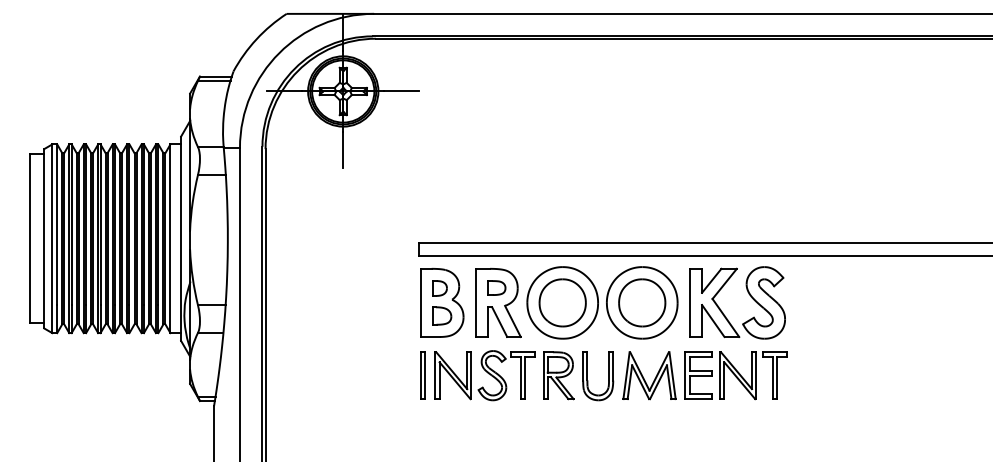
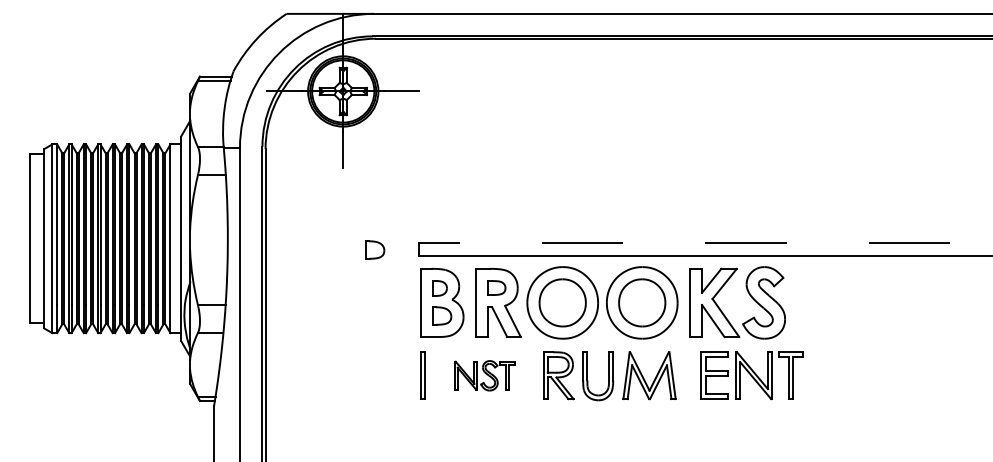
line at (705, 243): solid -> dashed
part at (375, 249): none -> present
part at (484, 375) size: 102x52 px -> 62x32 px
part at (735, 375) position: (735, 375) -> (751, 375)
